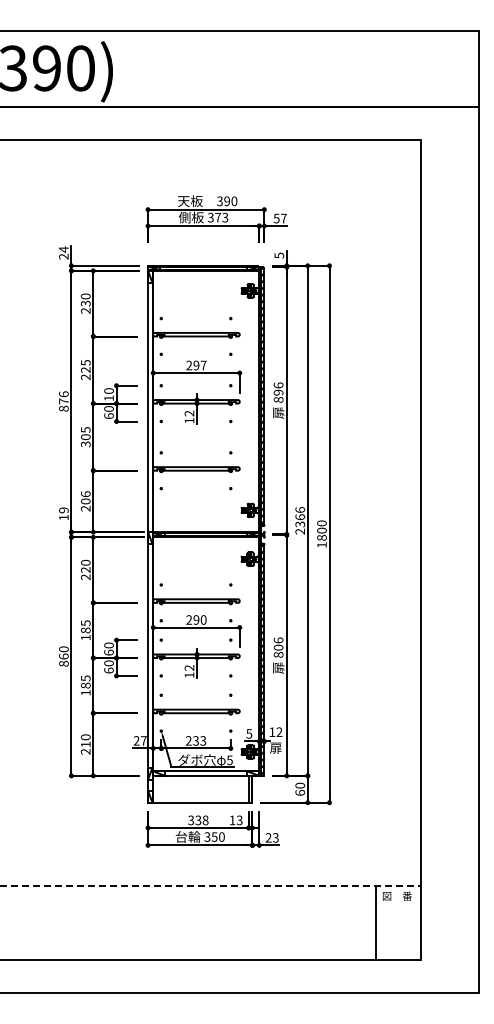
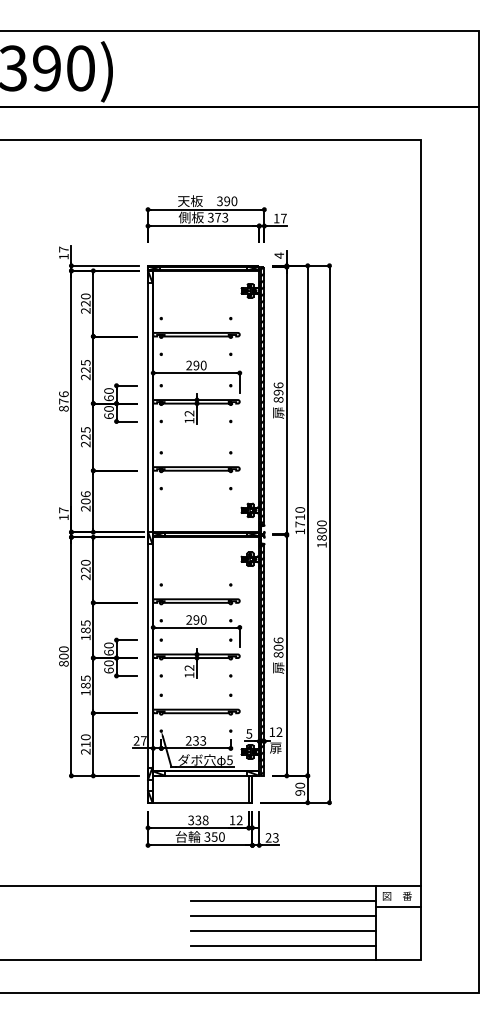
text at (276, 218): 57 -> 17
text at (63, 252): 24 -> 17
text at (279, 255): 5 -> 4
text at (86, 303): 230 -> 220
text at (203, 365): 297 -> 290
text at (108, 398): 10 -> 60
text at (85, 440): 305 -> 225
text at (63, 510): 19 -> 17
text at (300, 520): 2366 -> 1710
text at (63, 656): 860 -> 800
text at (300, 792): 60 -> 90
text at (239, 820): 13 -> 12
line at (211, 885): dashed -> solid
line at (283, 900): none -> present
line at (398, 906): none -> present
line at (283, 915): none -> present
line at (283, 930): none -> present
line at (283, 945): none -> present
